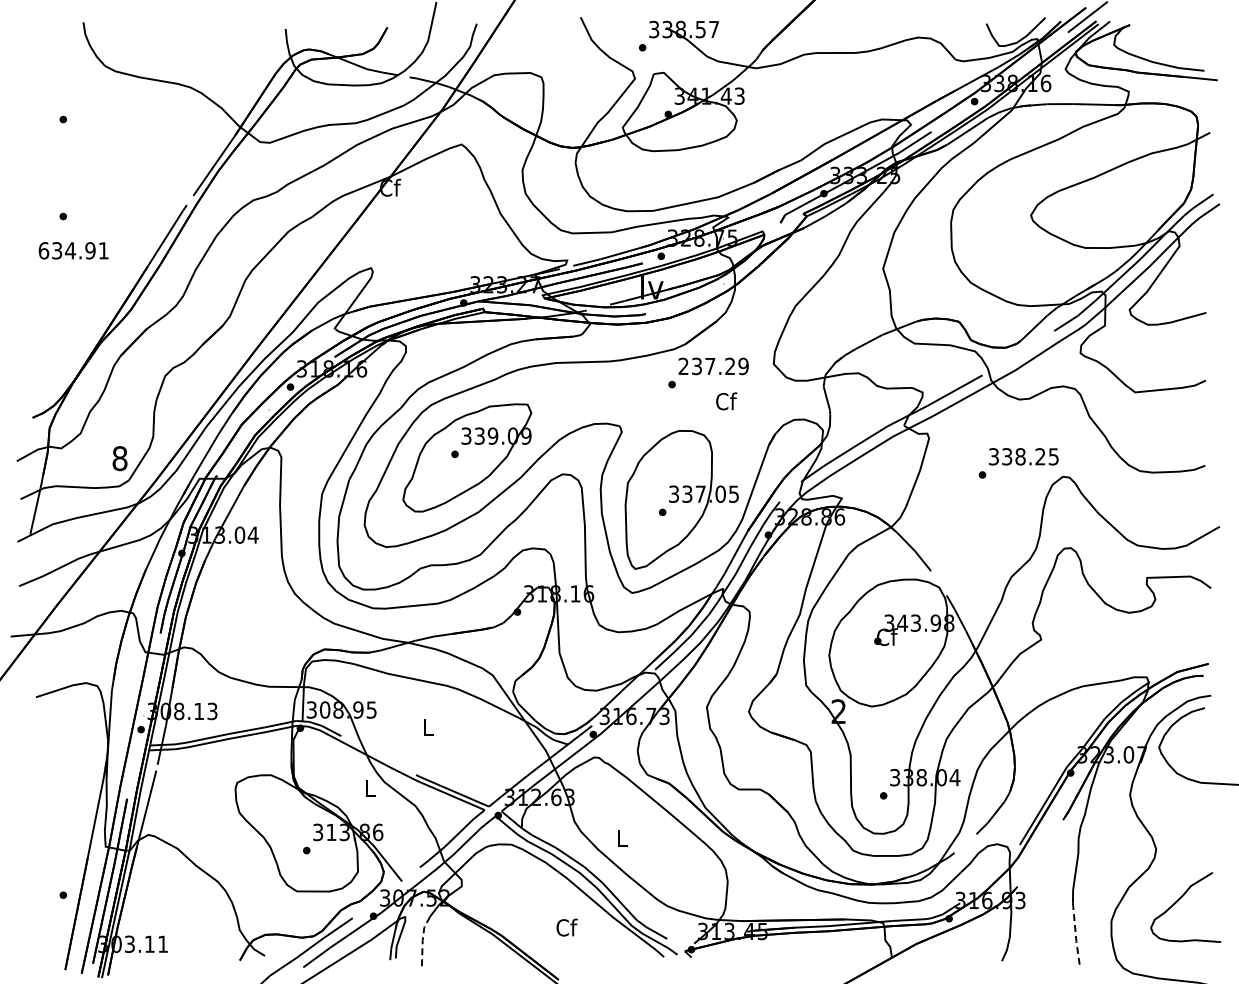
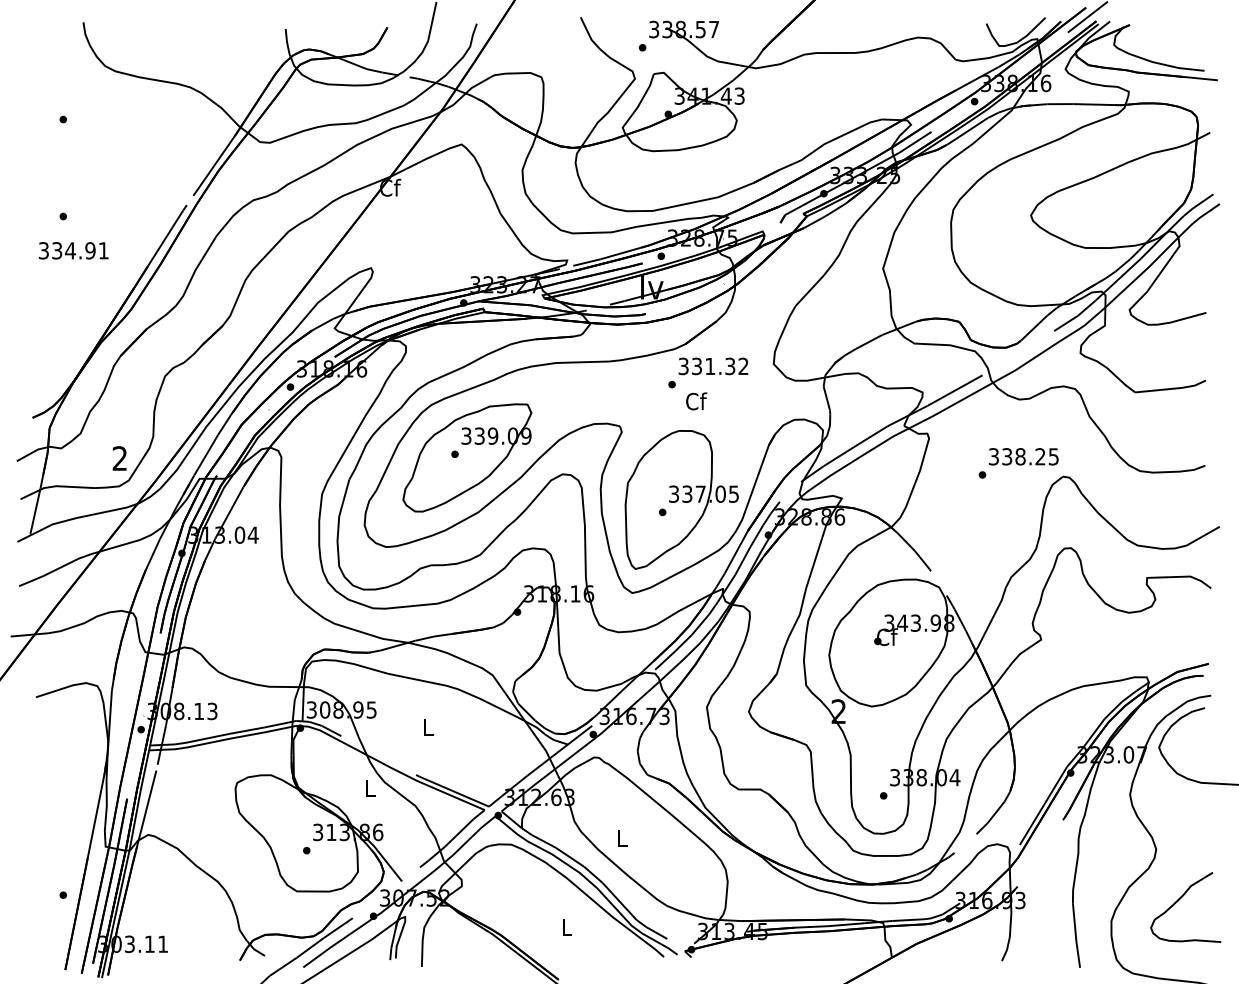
text at (43, 250): 634.91 -> 334.91
text at (713, 366): 237.29 -> 331.32
text at (726, 401) position: (726, 401) -> (696, 401)
text at (119, 458): 8 -> 2
text at (566, 927): Cf -> L
line at (1075, 936): dashed -> solid
line at (422, 940): dashed -> solid
